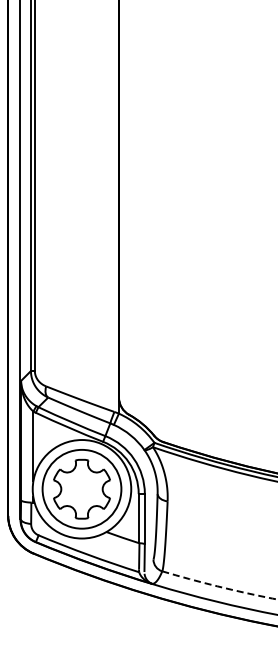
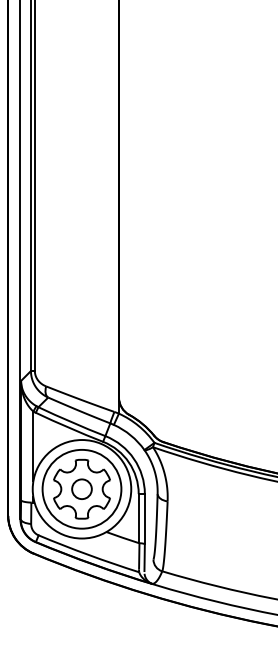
circle at (81, 488): none -> present
arc at (220, 586): dashed -> solid
